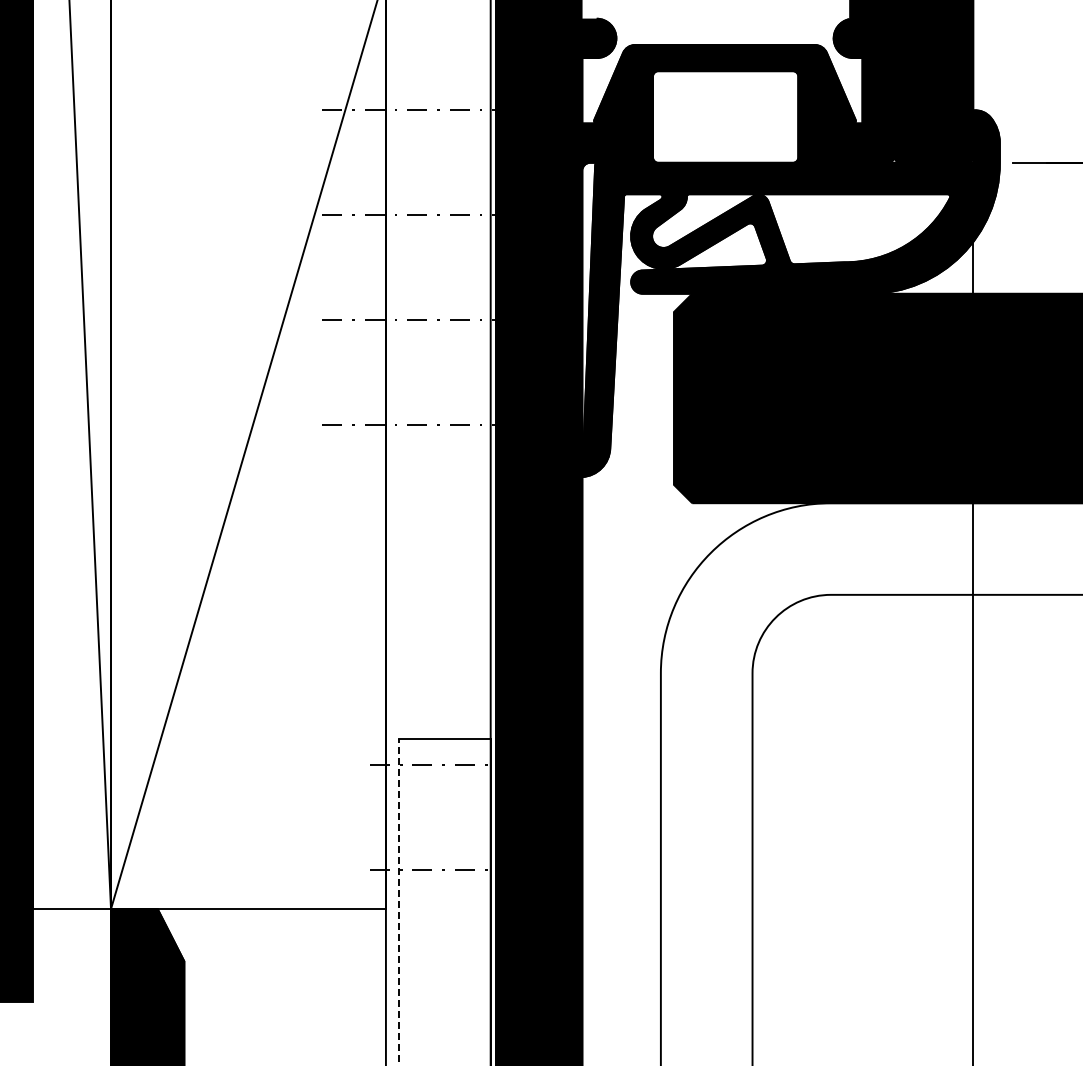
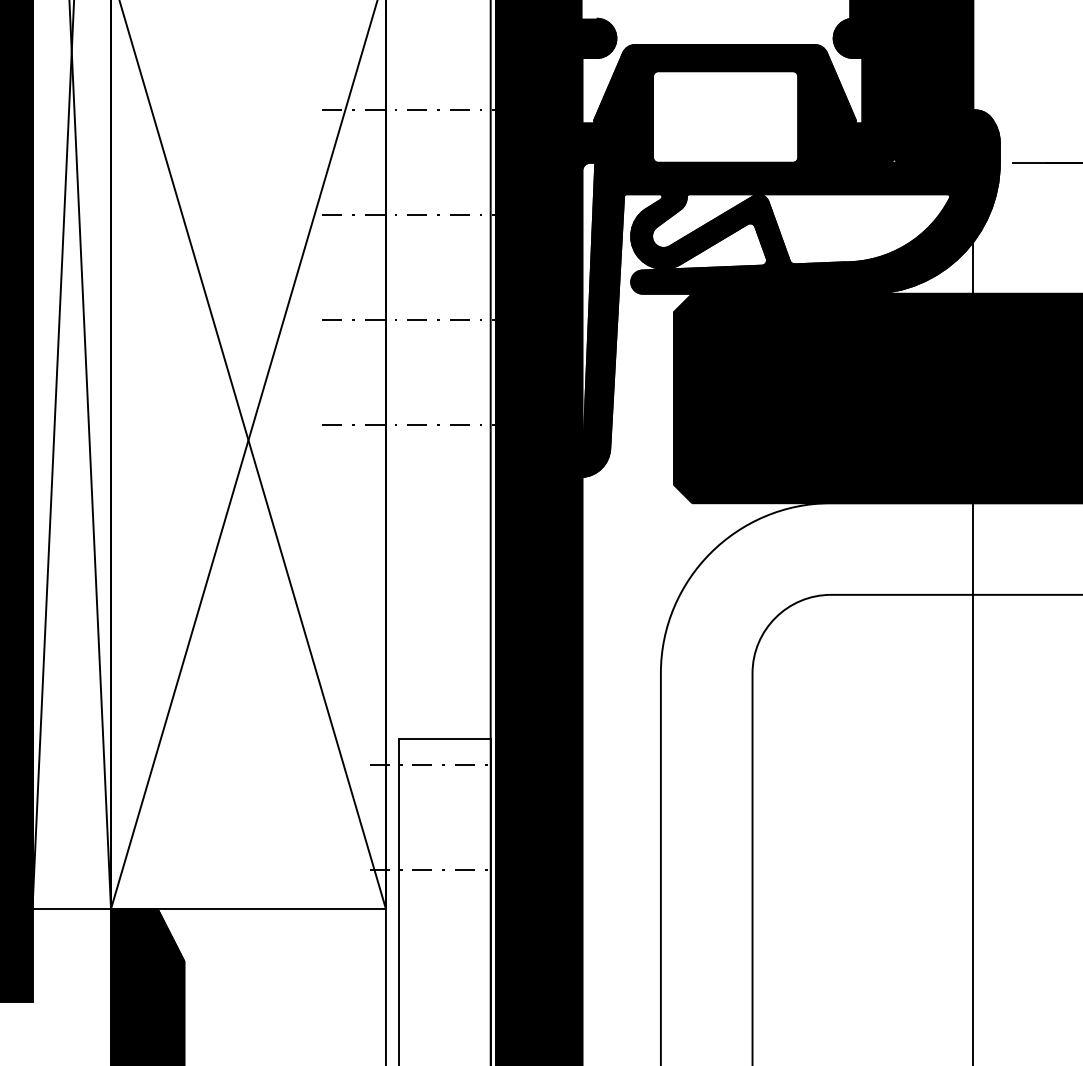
line at (53, 455): none -> present
line at (252, 455): none -> present
line at (399, 901): dashed -> solid
